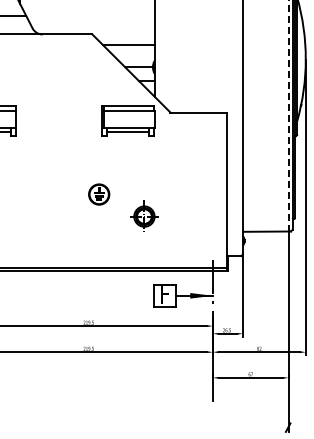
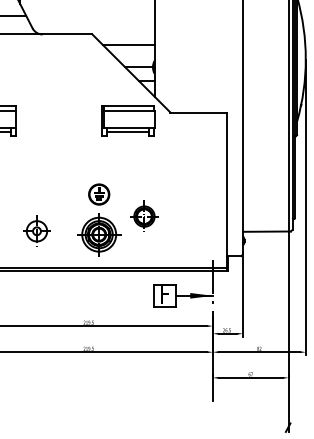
line at (288, 115): dashed -> solid
part at (36, 230): none -> present
part at (99, 234): none -> present
